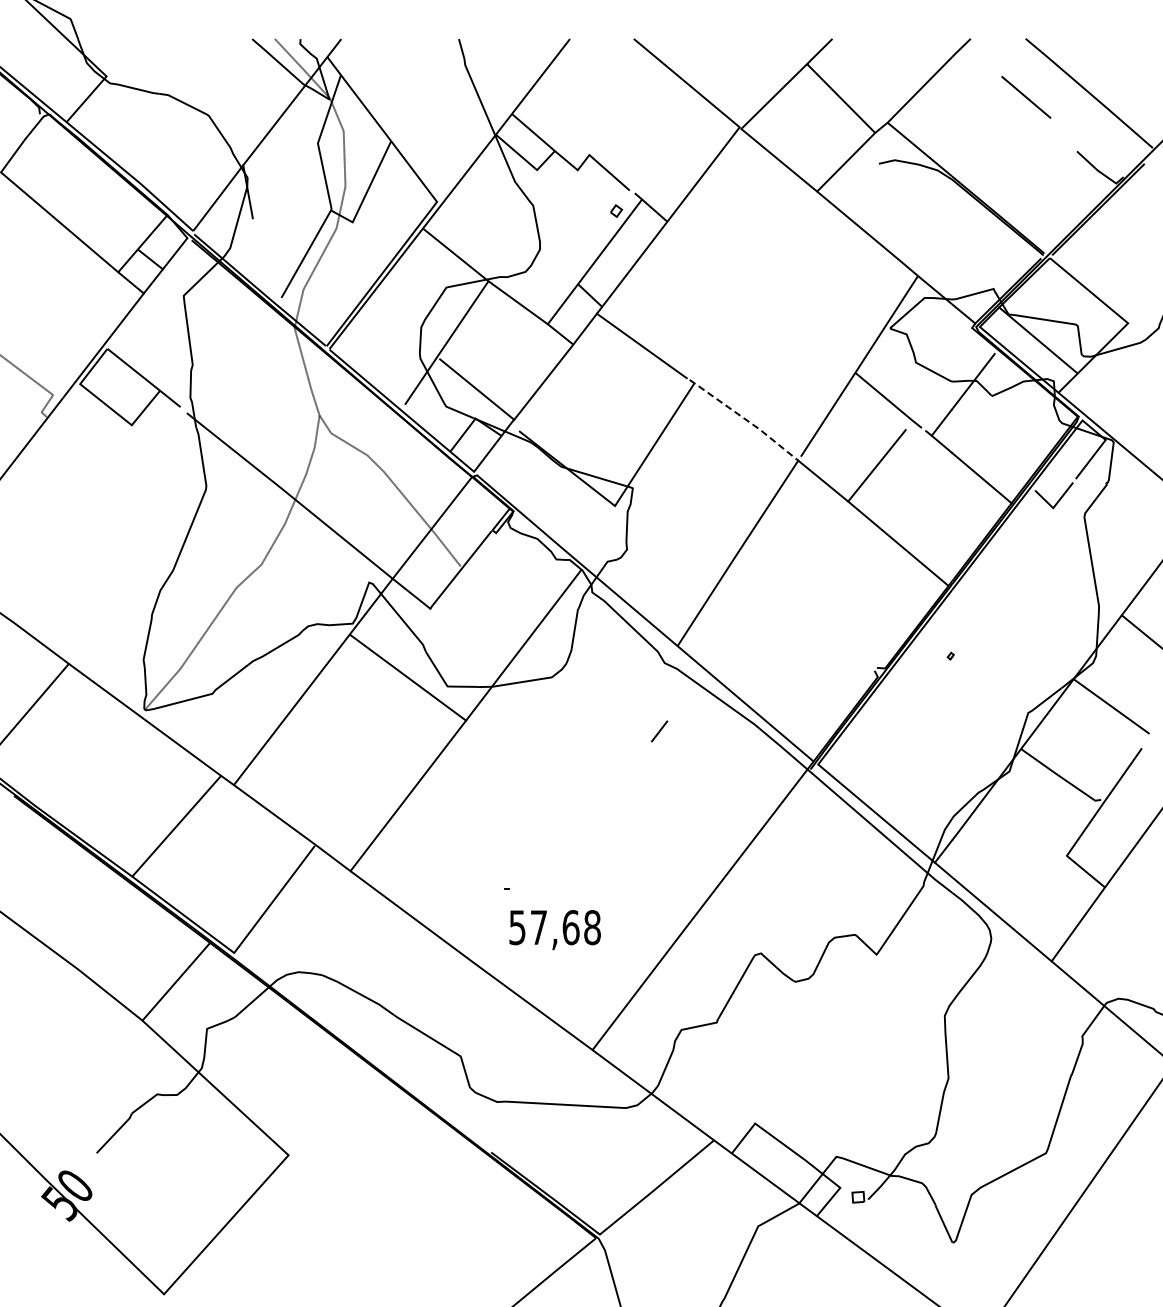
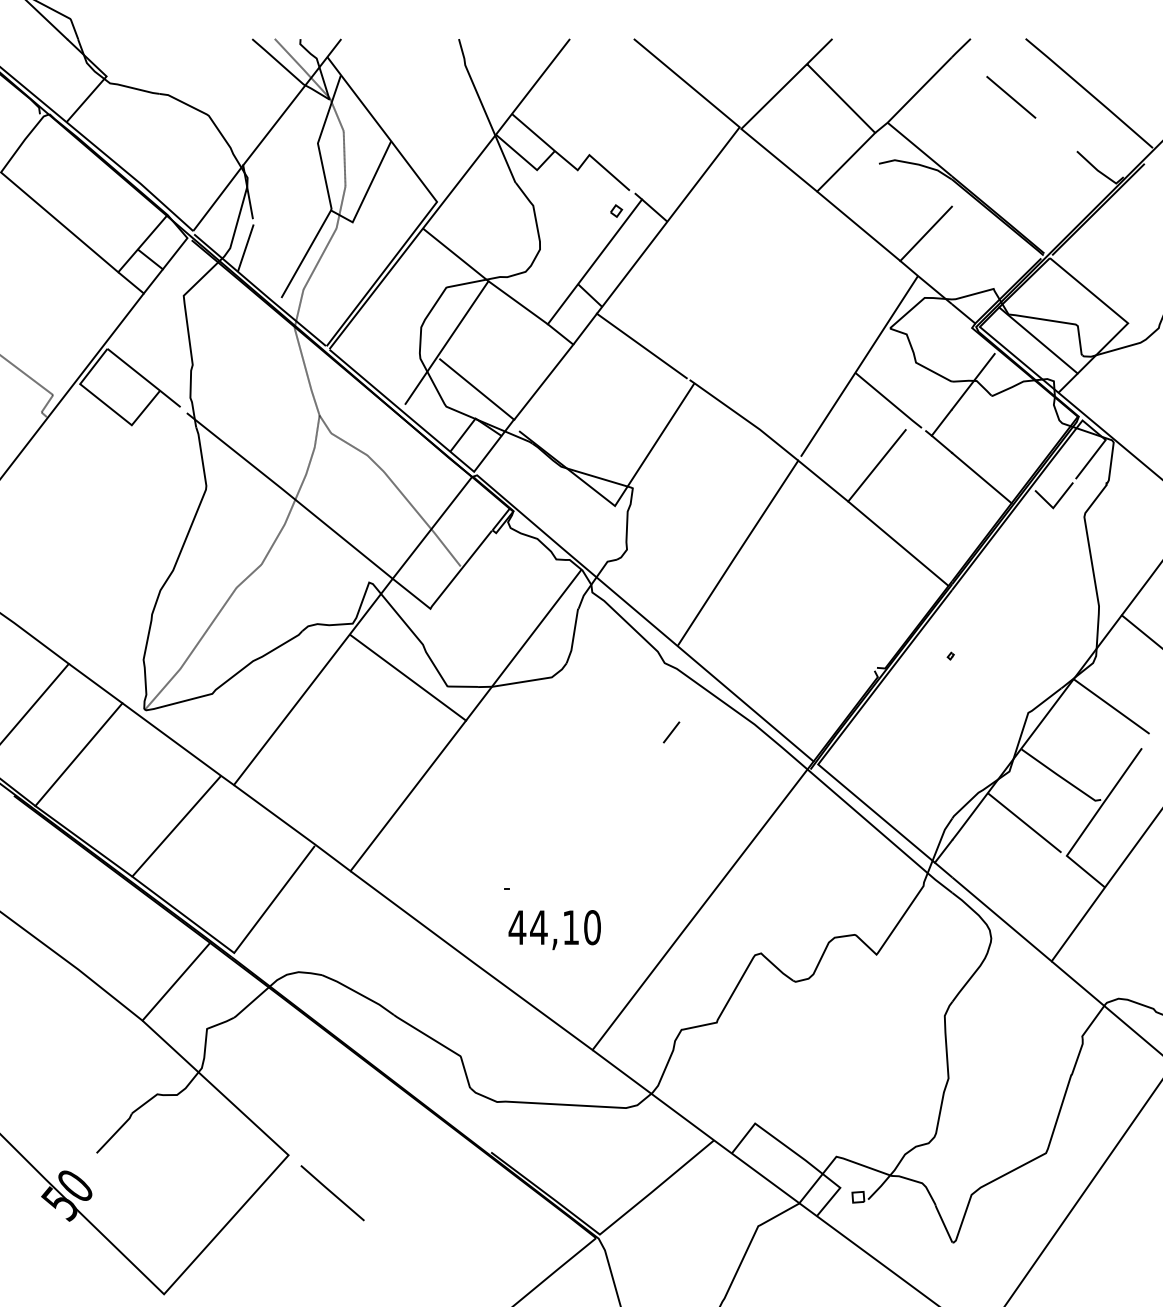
line at (1026, 97) position: (1026, 97) -> (1011, 97)
line at (925, 233): none -> present
line at (245, 248): none -> present
line at (745, 419): dashed -> solid
line at (659, 731) position: (659, 731) -> (671, 732)
line at (78, 754): none -> present
line at (1024, 822): none -> present
text at (554, 927): 57,68 -> 44,10
line at (332, 1193): none -> present
